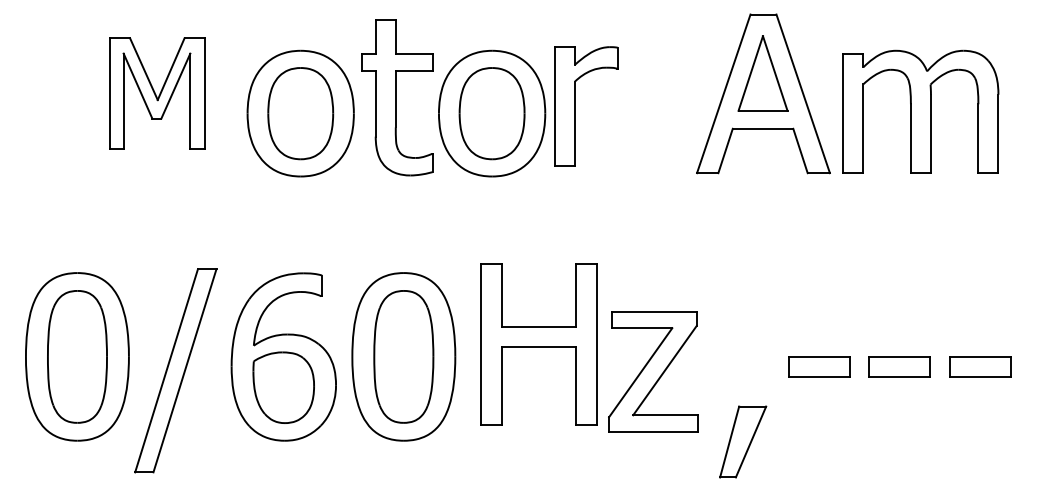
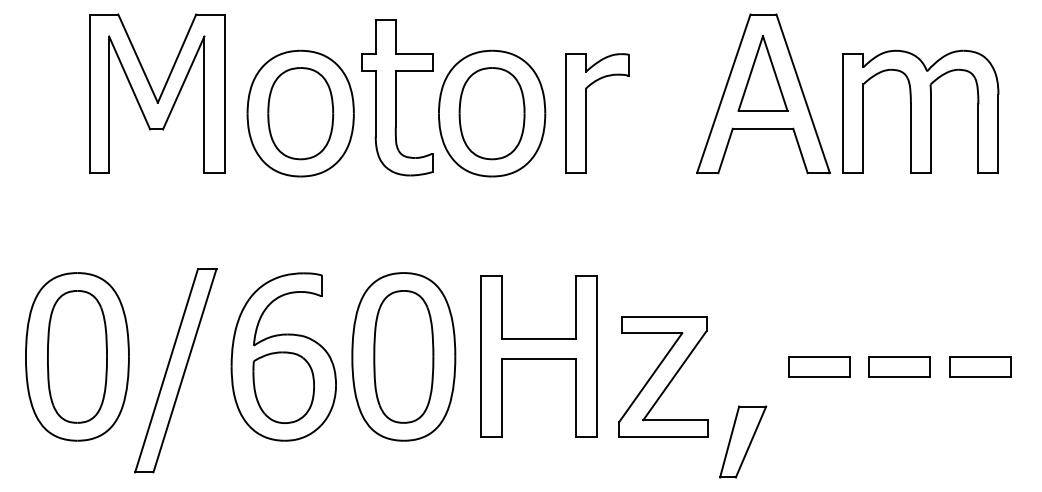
part at (157, 93) size: 97x113 px -> 137x161 px
part at (575, 106) position: (575, 106) -> (586, 113)
part at (538, 344) position: (538, 344) -> (538, 356)
part at (653, 371) position: (653, 371) -> (663, 376)
